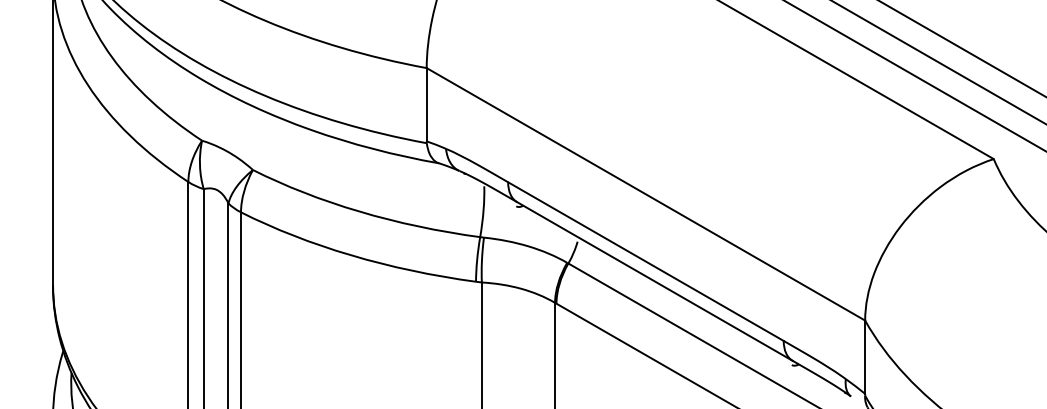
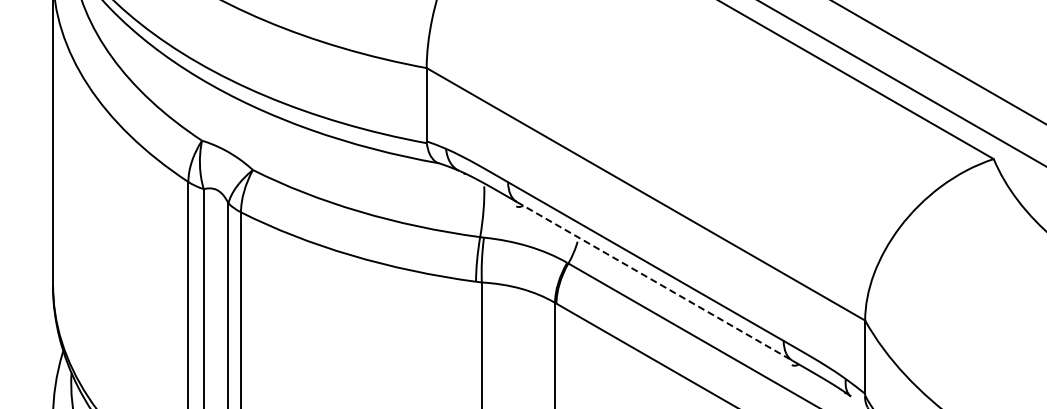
line at (962, 48): present -> none
line at (914, 75) position: (914, 75) -> (901, 83)
line at (654, 281): solid -> dashed
